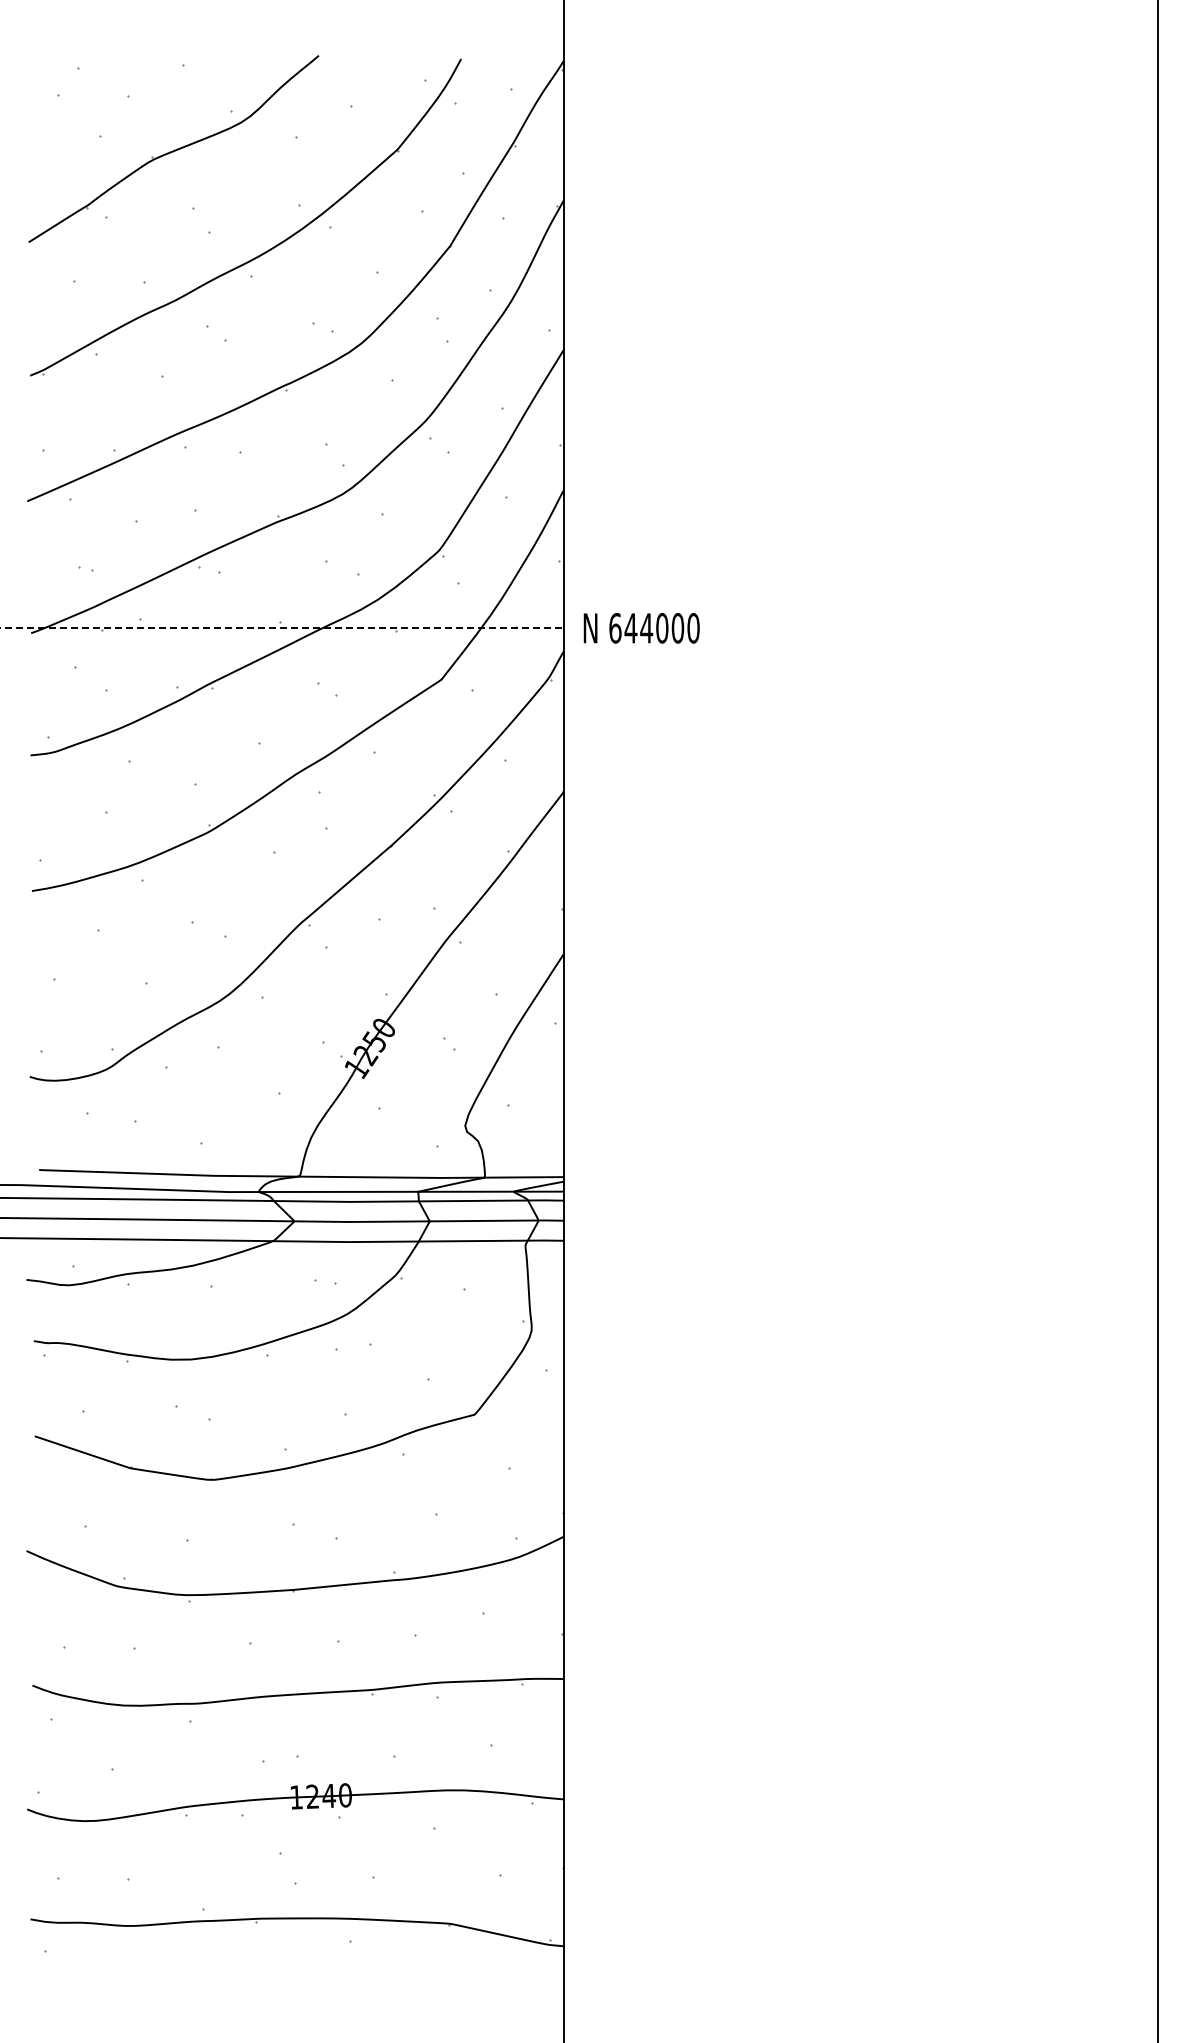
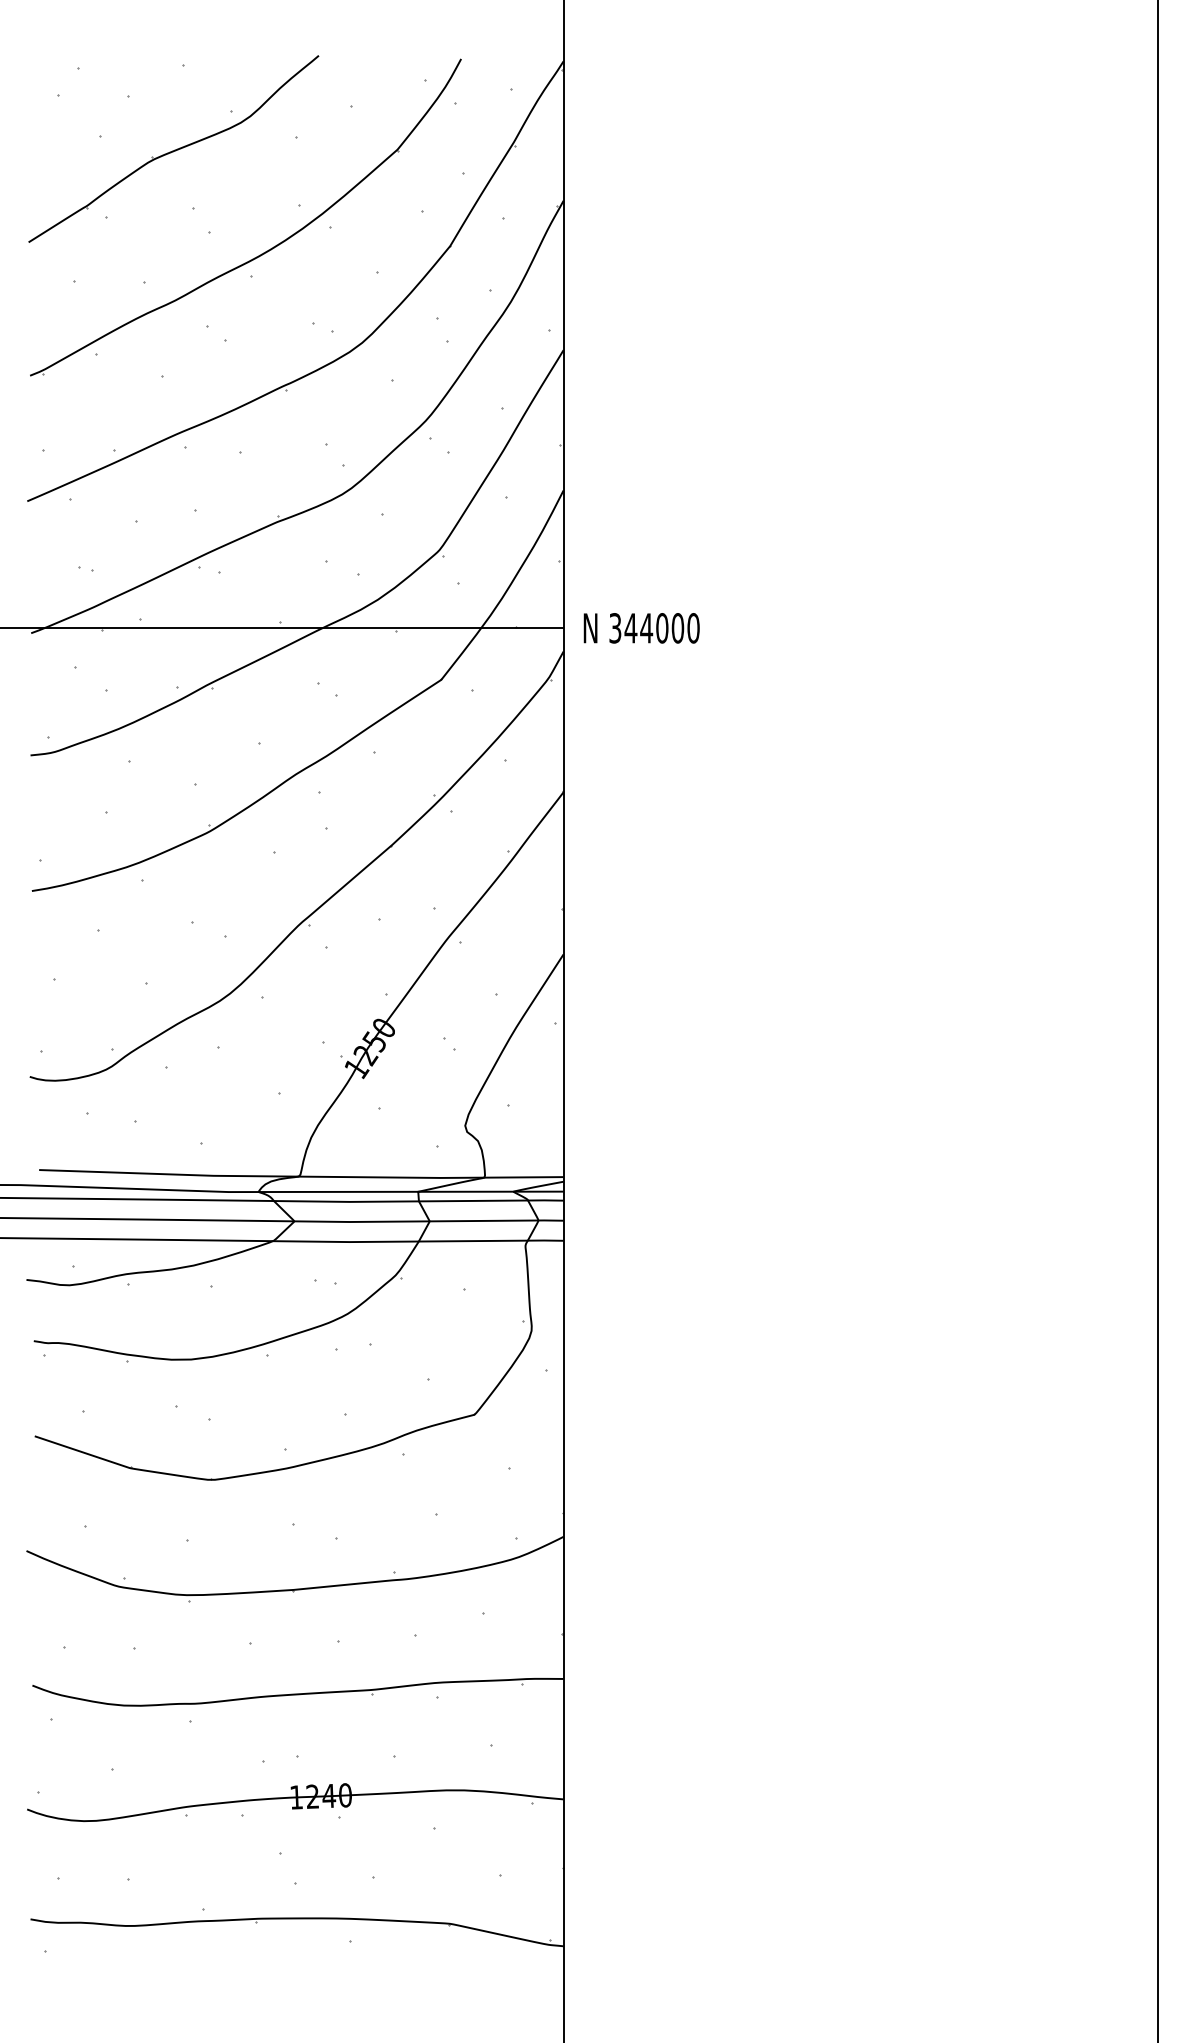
line at (282, 628): dashed -> solid
text at (615, 628): 644000 -> 344000
